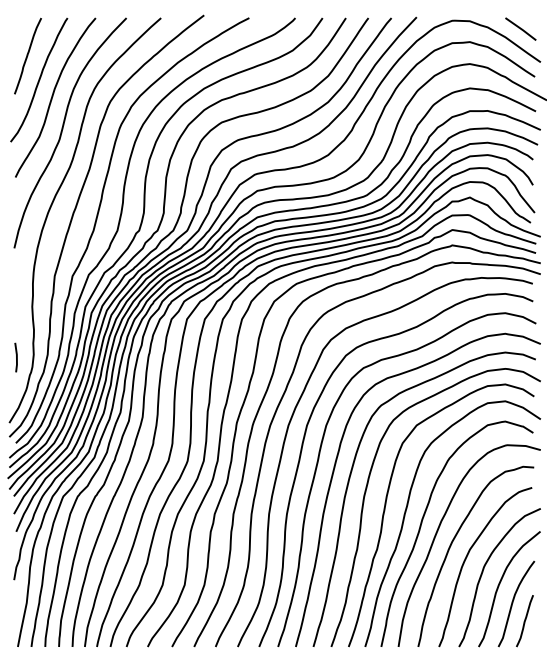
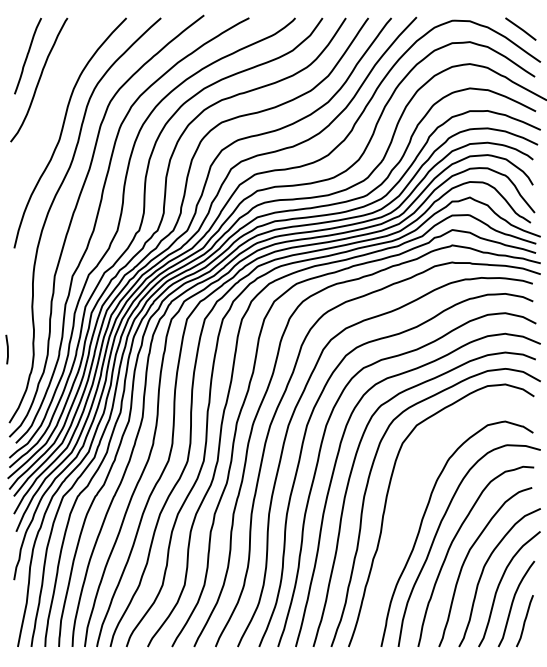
curve at (53, 96): present -> none
line at (16, 357) position: (16, 357) -> (7, 349)
curve at (406, 512): present -> none
